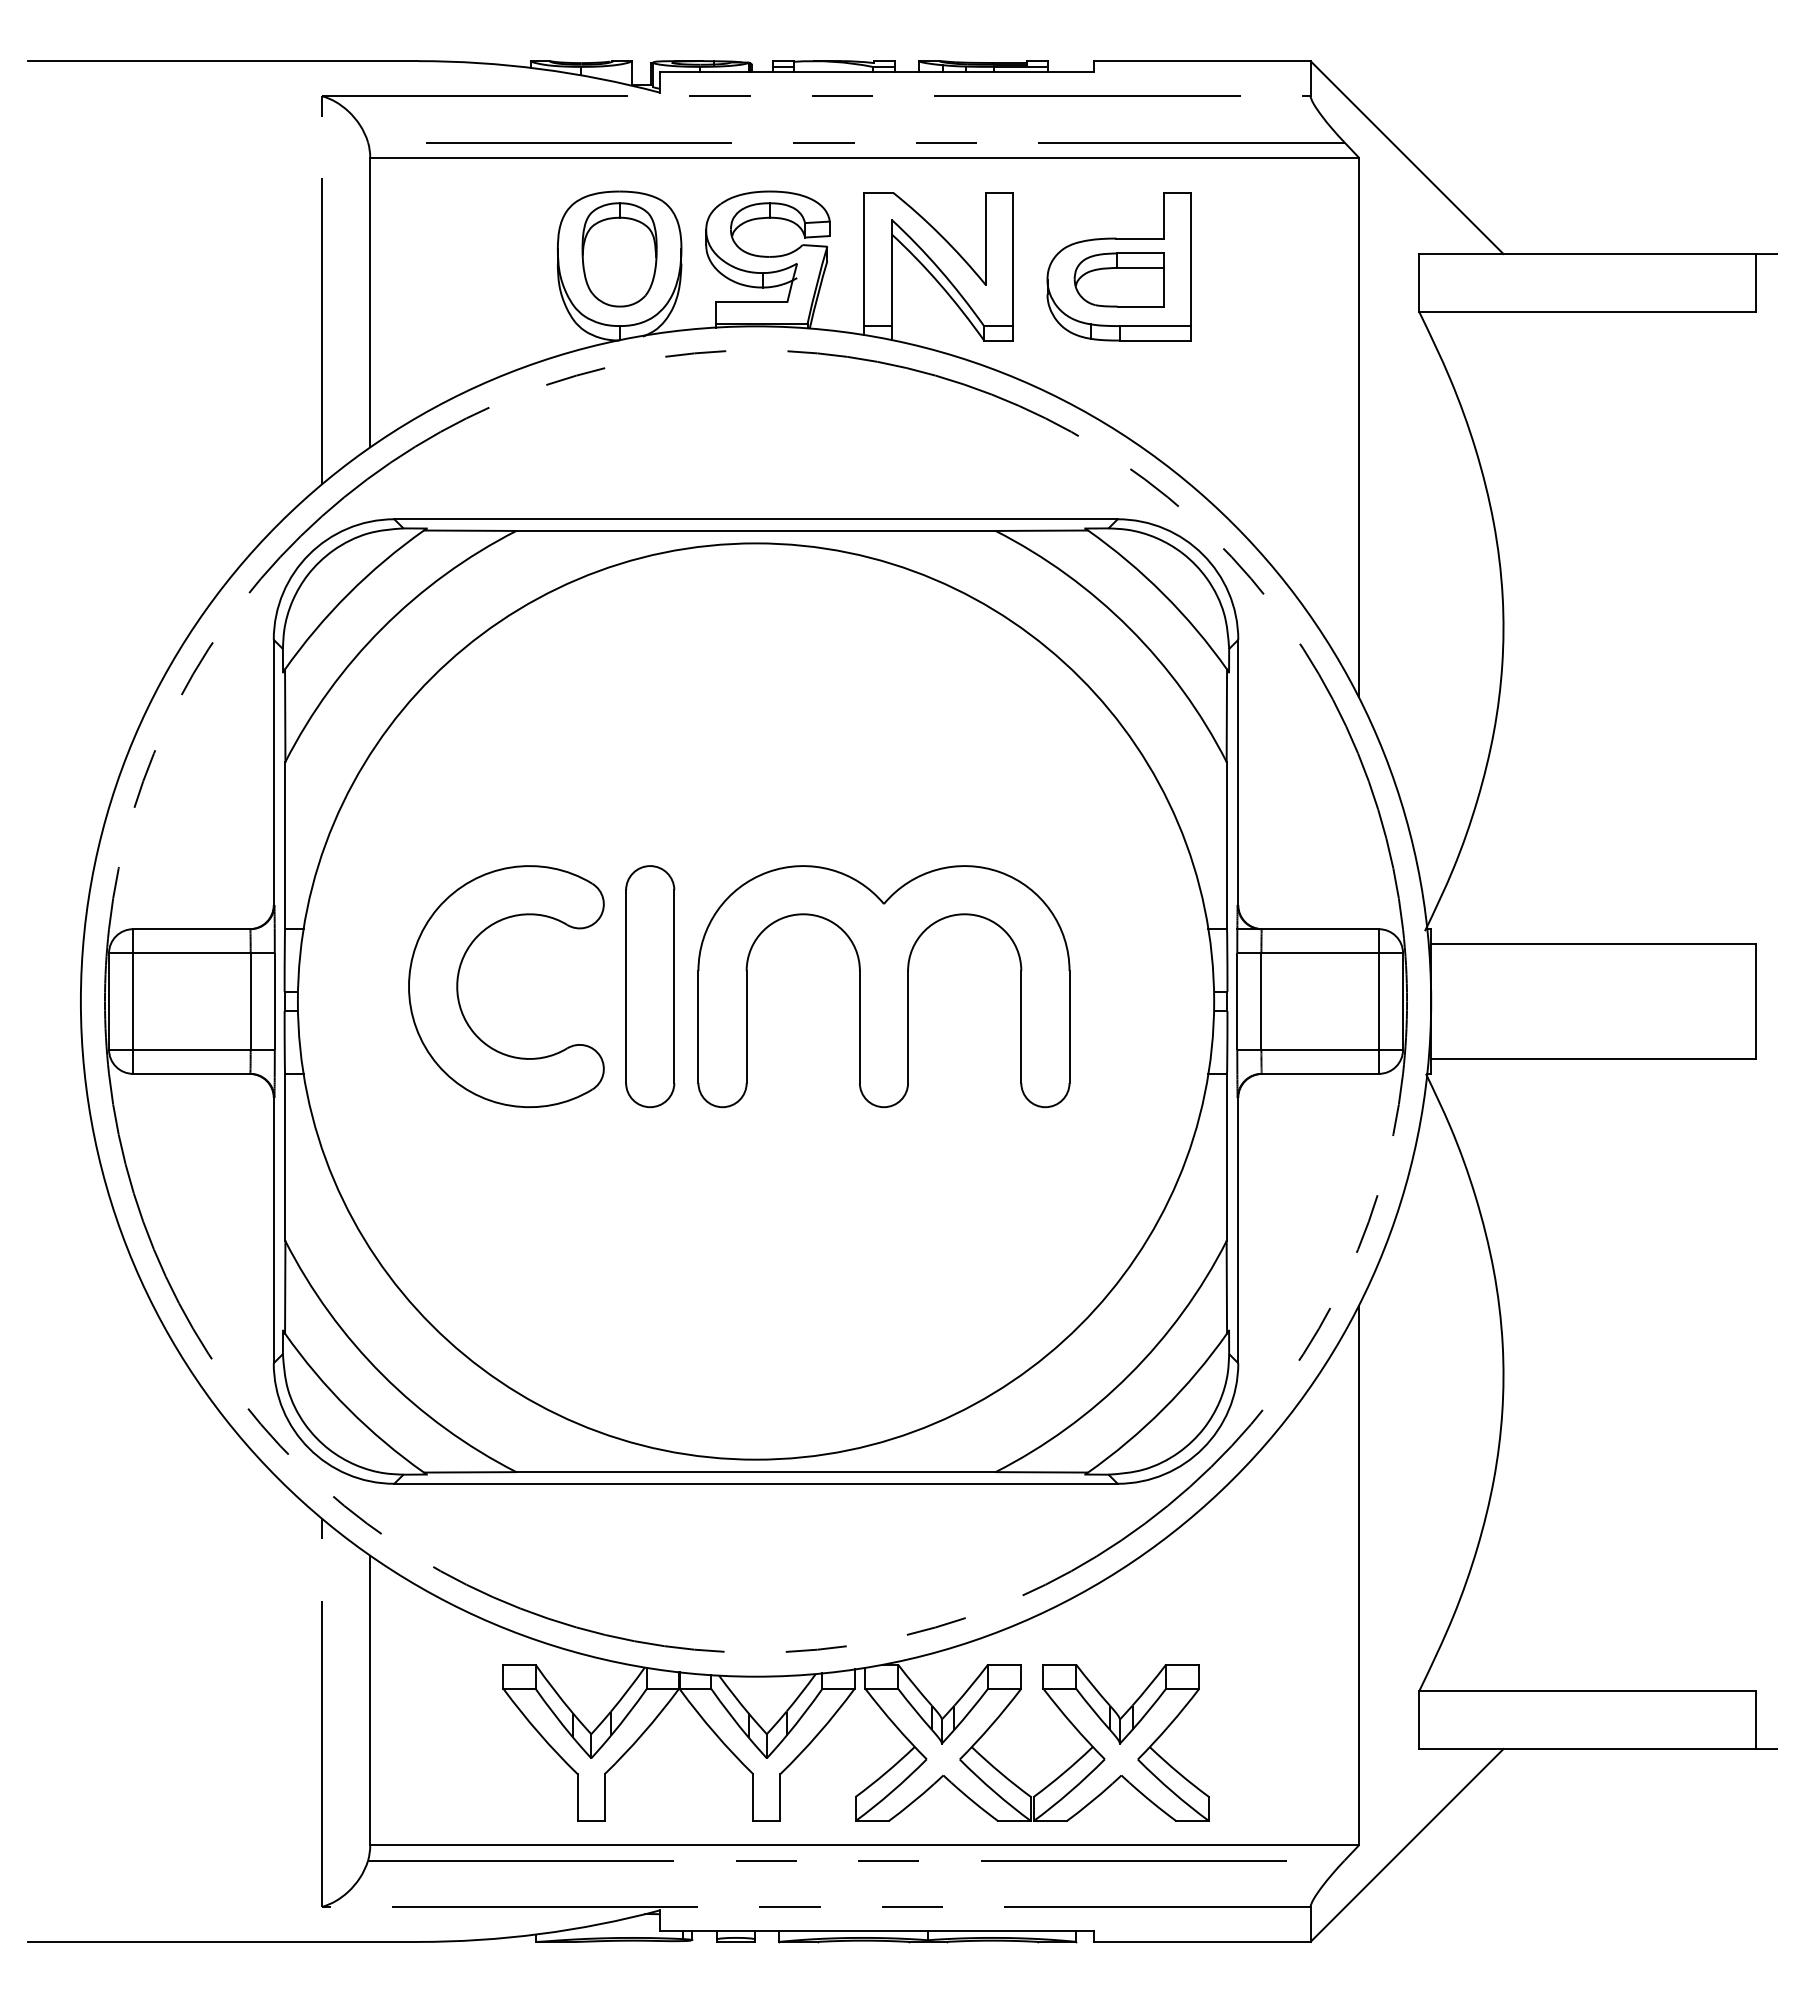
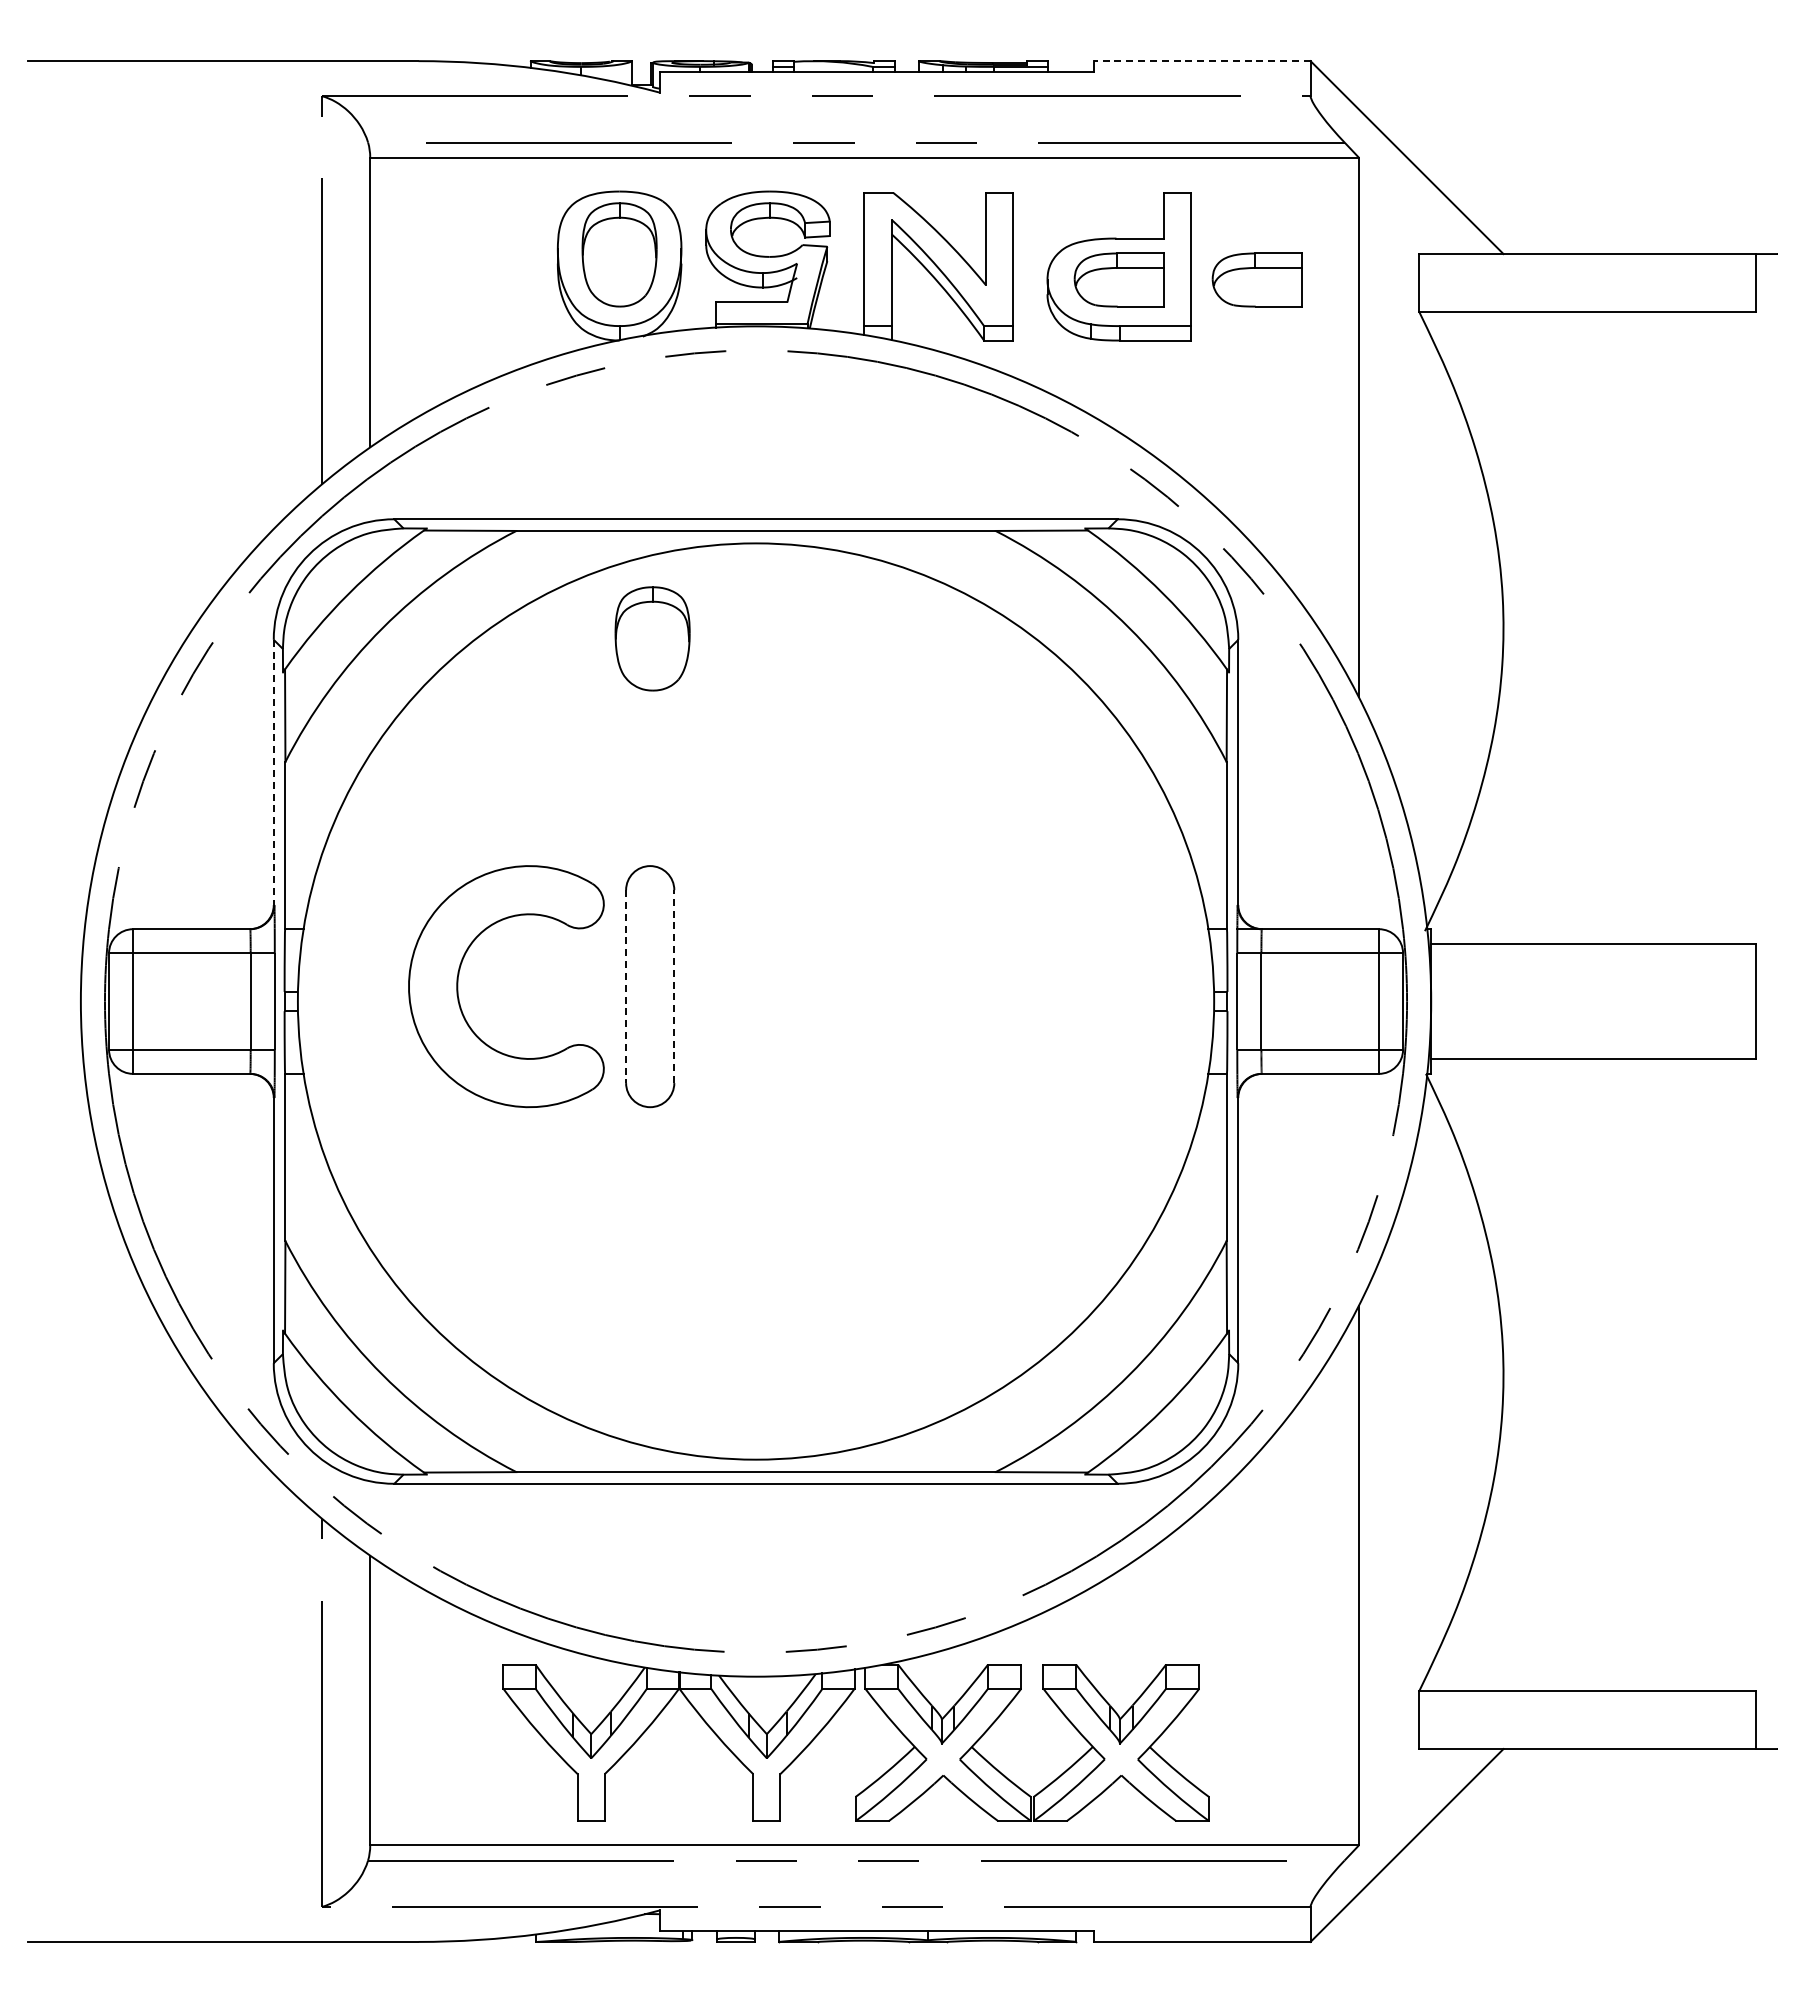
line at (1202, 61): solid -> dashed
part at (1256, 279): none -> present
part at (652, 638): none -> present
line at (273, 772): solid -> dashed
line at (674, 986): solid -> dashed
part at (883, 986): present -> none
line at (626, 987): solid -> dashed
